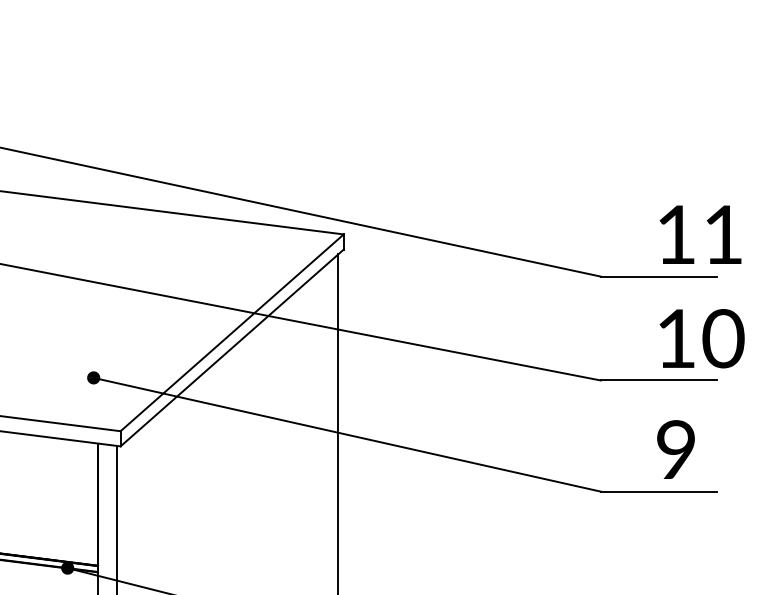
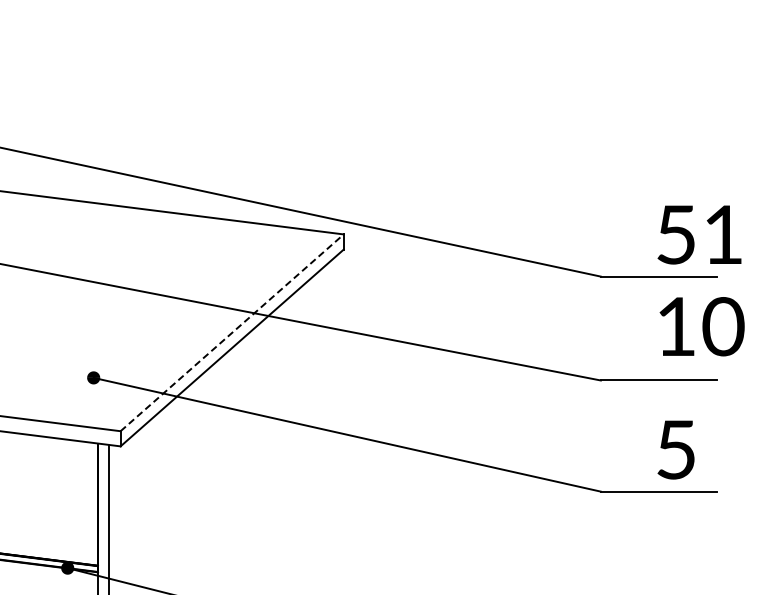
text at (675, 234): 11 -> 51
line at (232, 332): solid -> dashed
text at (701, 338) position: (701, 338) -> (701, 326)
line at (338, 422): present -> none
text at (675, 449): 9 -> 5
line at (117, 518) position: (117, 518) -> (109, 518)
